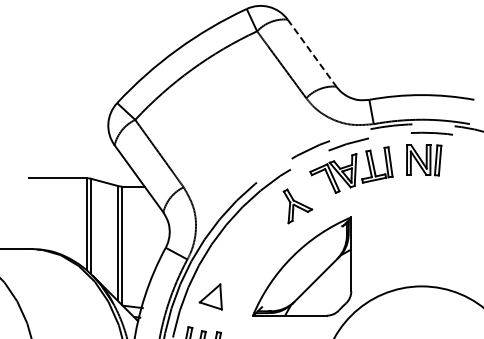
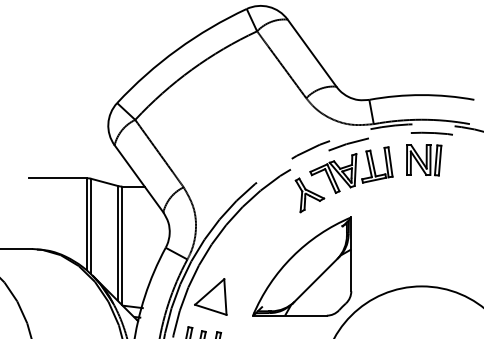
line at (312, 53): dashed -> solid
part at (297, 206) position: (297, 206) -> (309, 195)
part at (210, 296) size: 25x28 px -> 34x38 px
